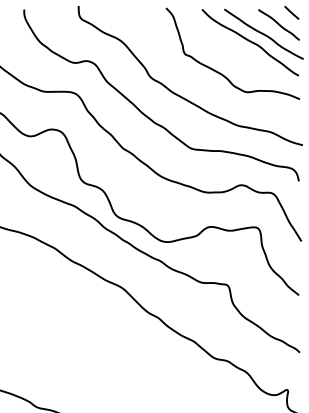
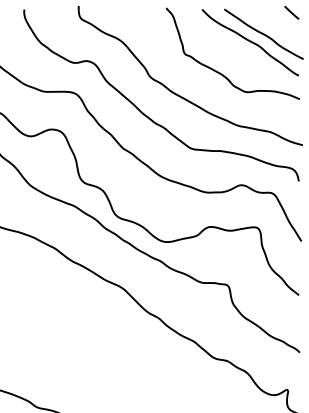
curve at (278, 24): present -> none
